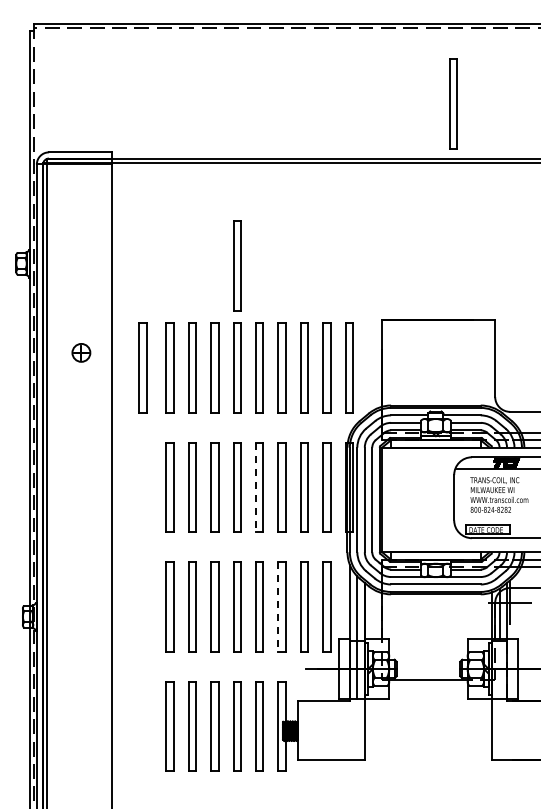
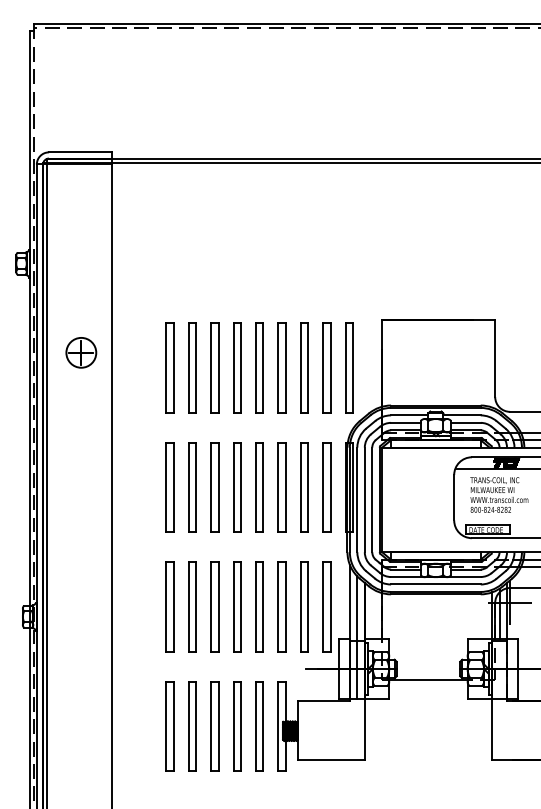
part at (453, 103): present -> none
part at (237, 265): present -> none
part at (81, 352) size: 21x20 px -> 33x32 px
part at (142, 367): present -> none
line at (256, 487): dashed -> solid
line at (278, 607): dashed -> solid
